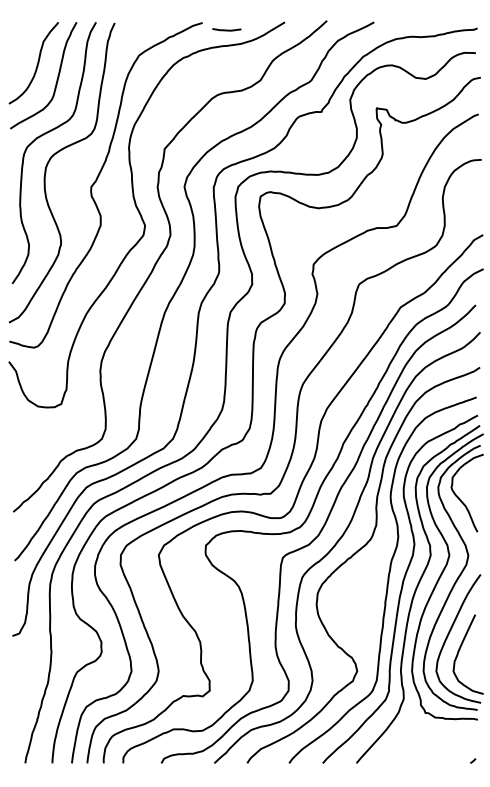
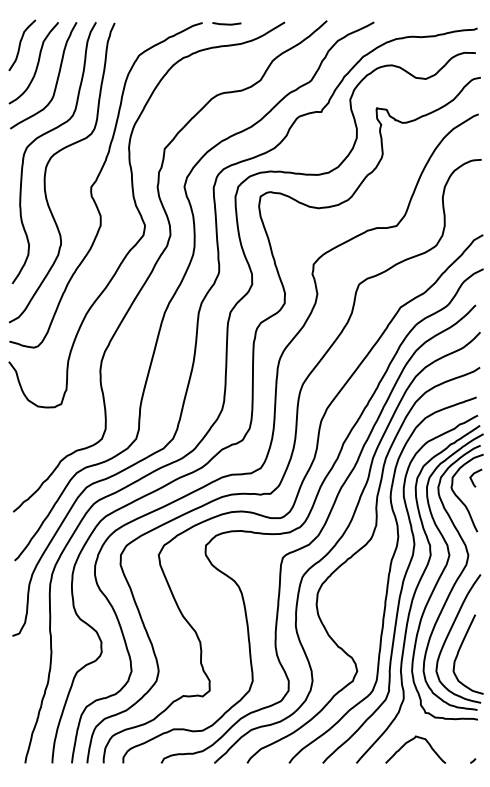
line at (226, 29) position: (226, 29) -> (226, 23)
curve at (20, 45): none -> present
line at (473, 475): none -> present
curve at (409, 742): none -> present
